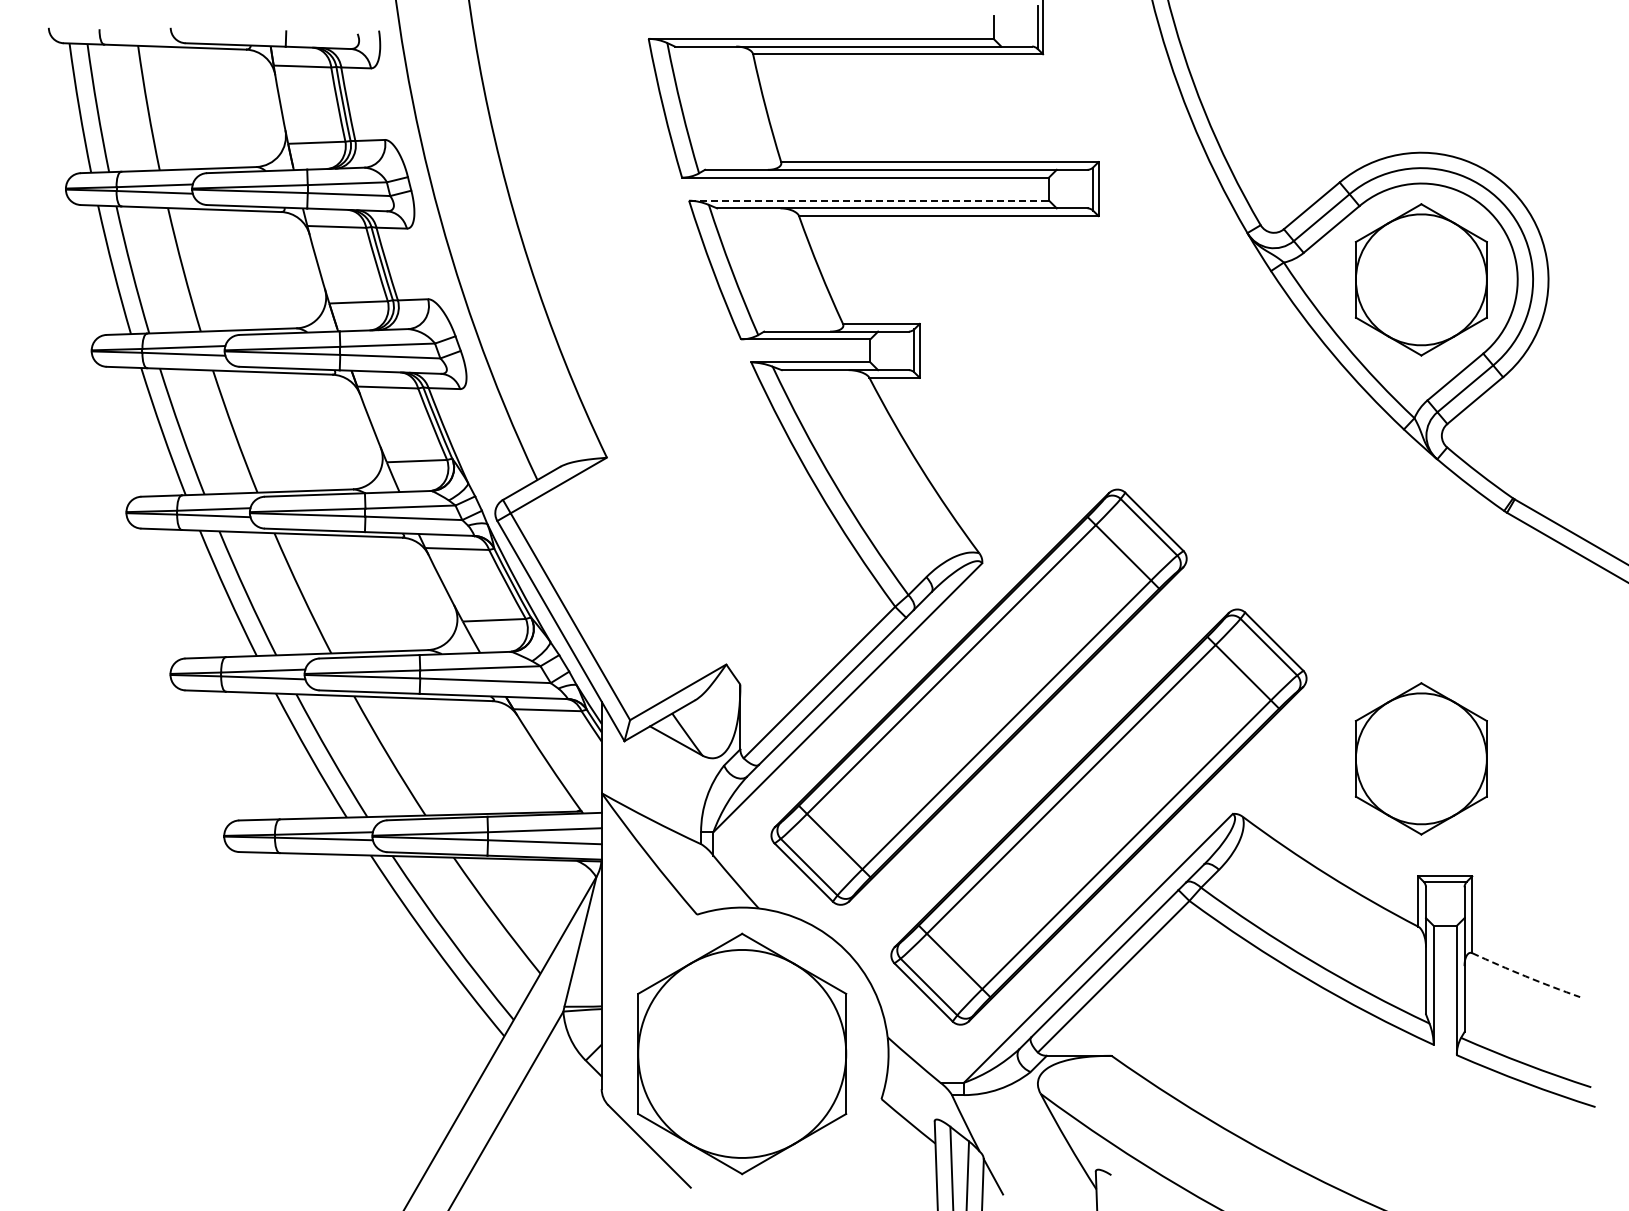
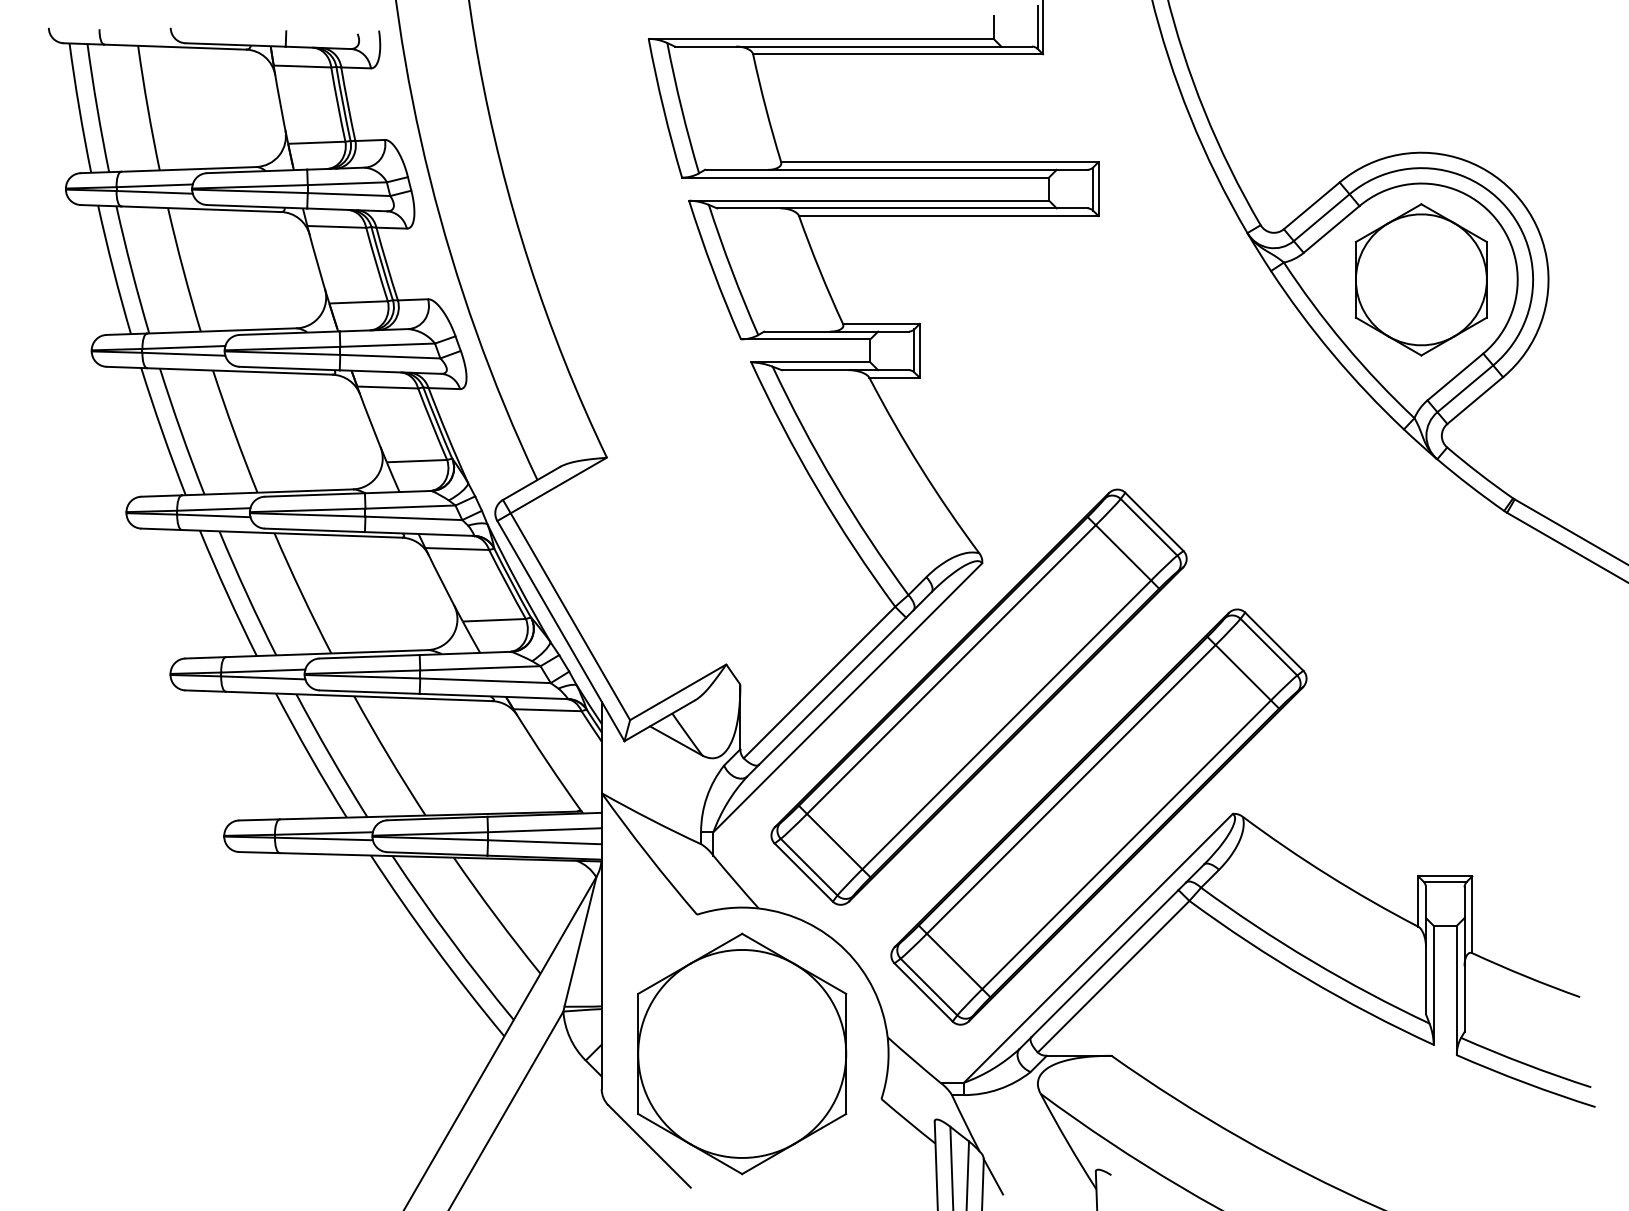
line at (869, 200): dashed -> solid
part at (1420, 758): present -> none
arc at (1525, 976): dashed -> solid
